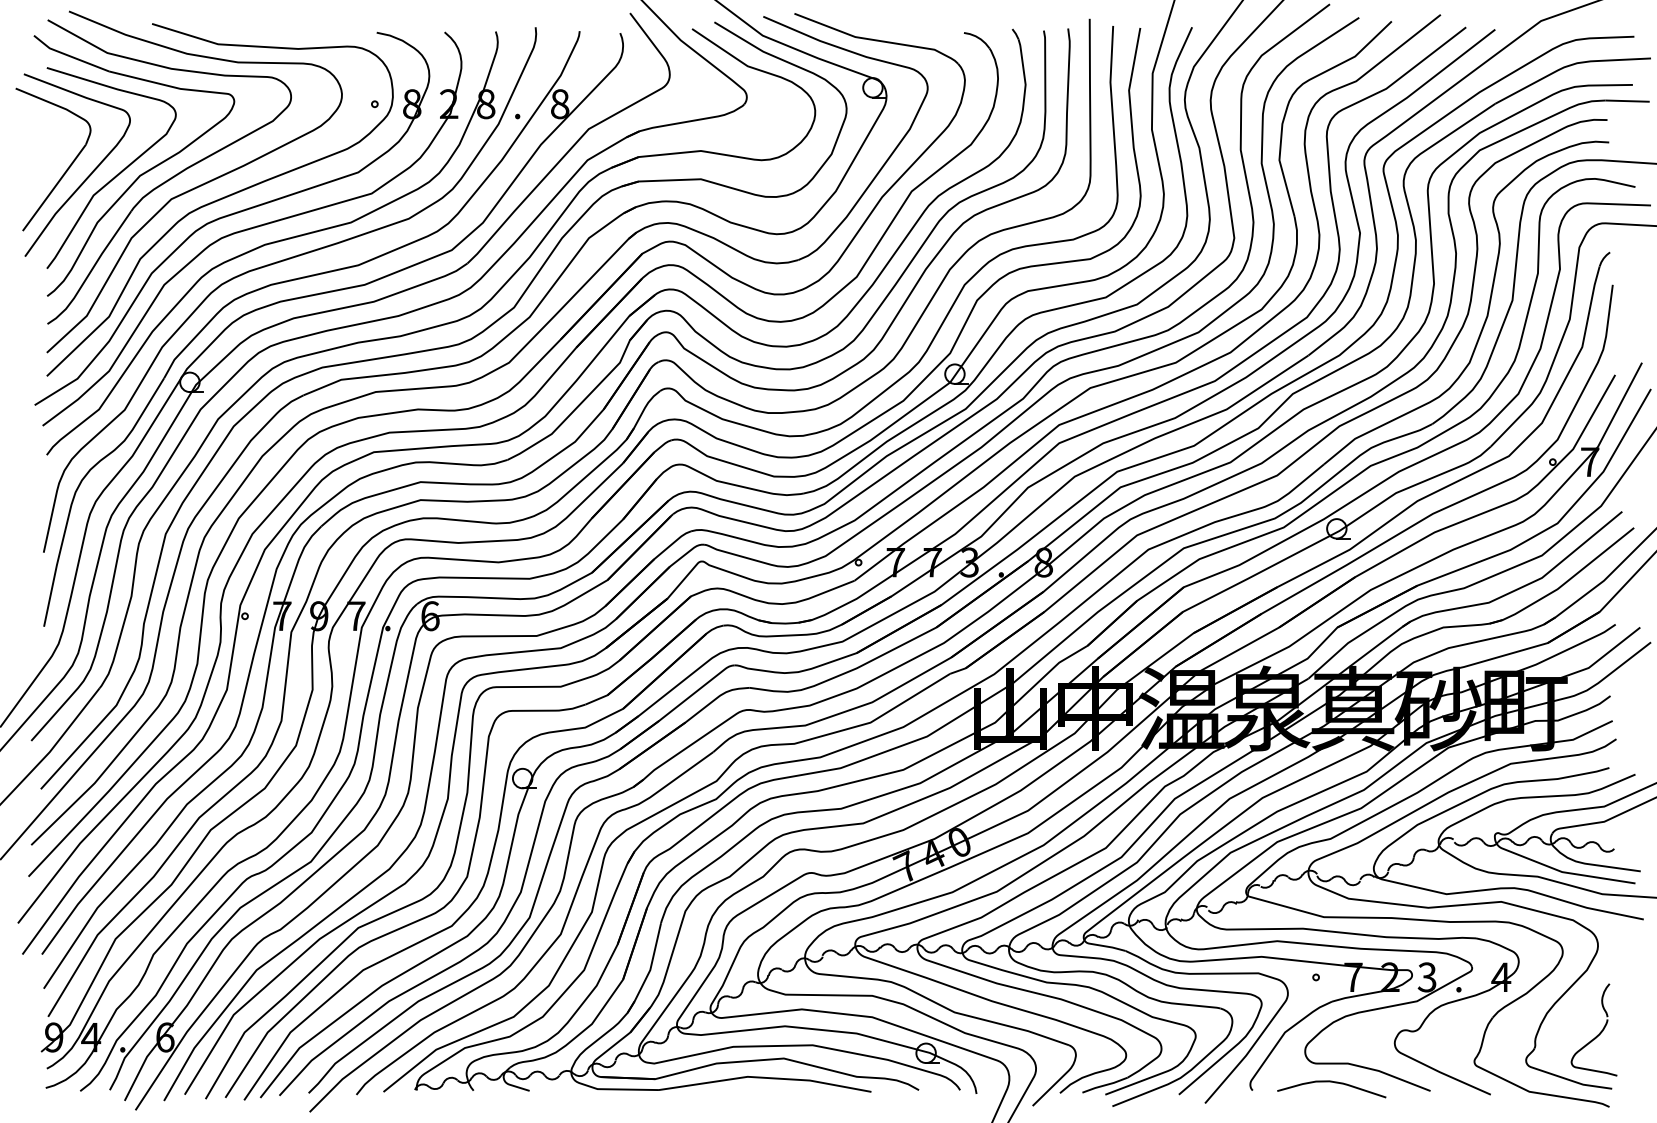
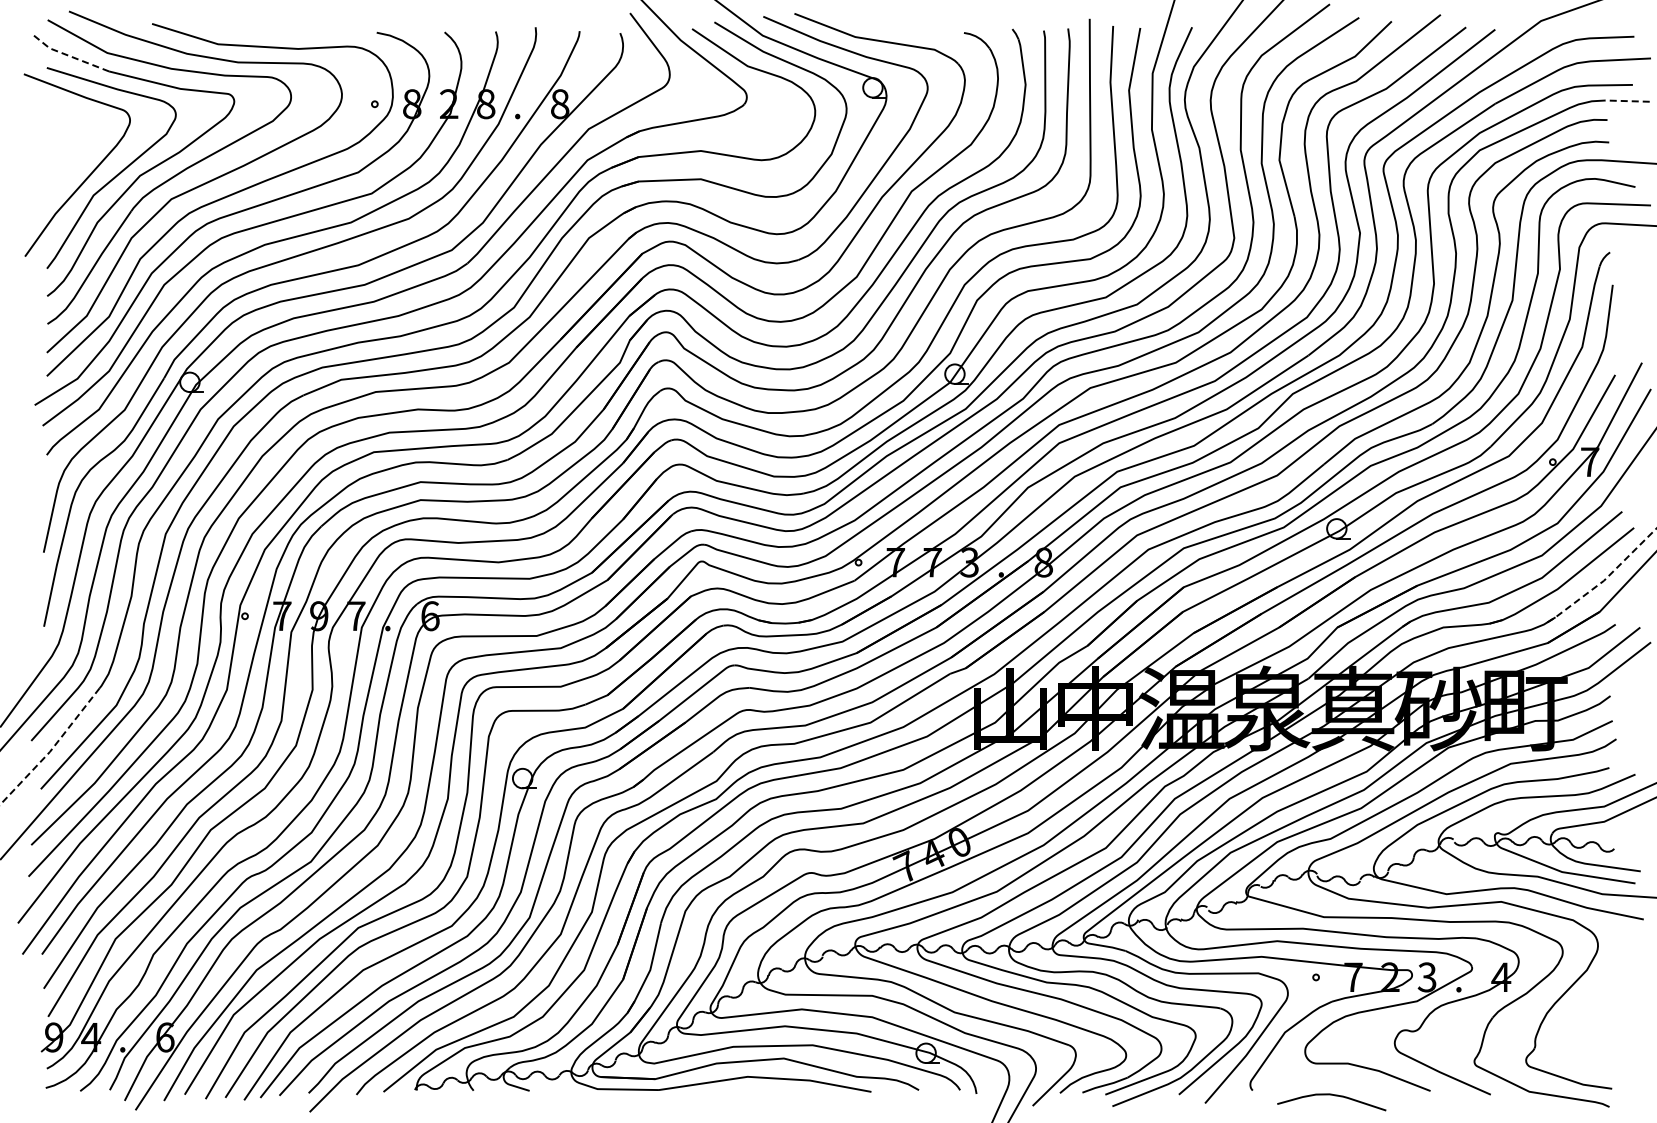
line at (69, 55): solid -> dashed
line at (1627, 101): solid -> dashed
part at (65, 170): present -> none
line at (1604, 580): solid -> dashed
line at (52, 748): solid -> dashed
part at (1597, 1034): present -> none
curve at (1334, 1083) position: (1334, 1083) -> (1334, 1096)
